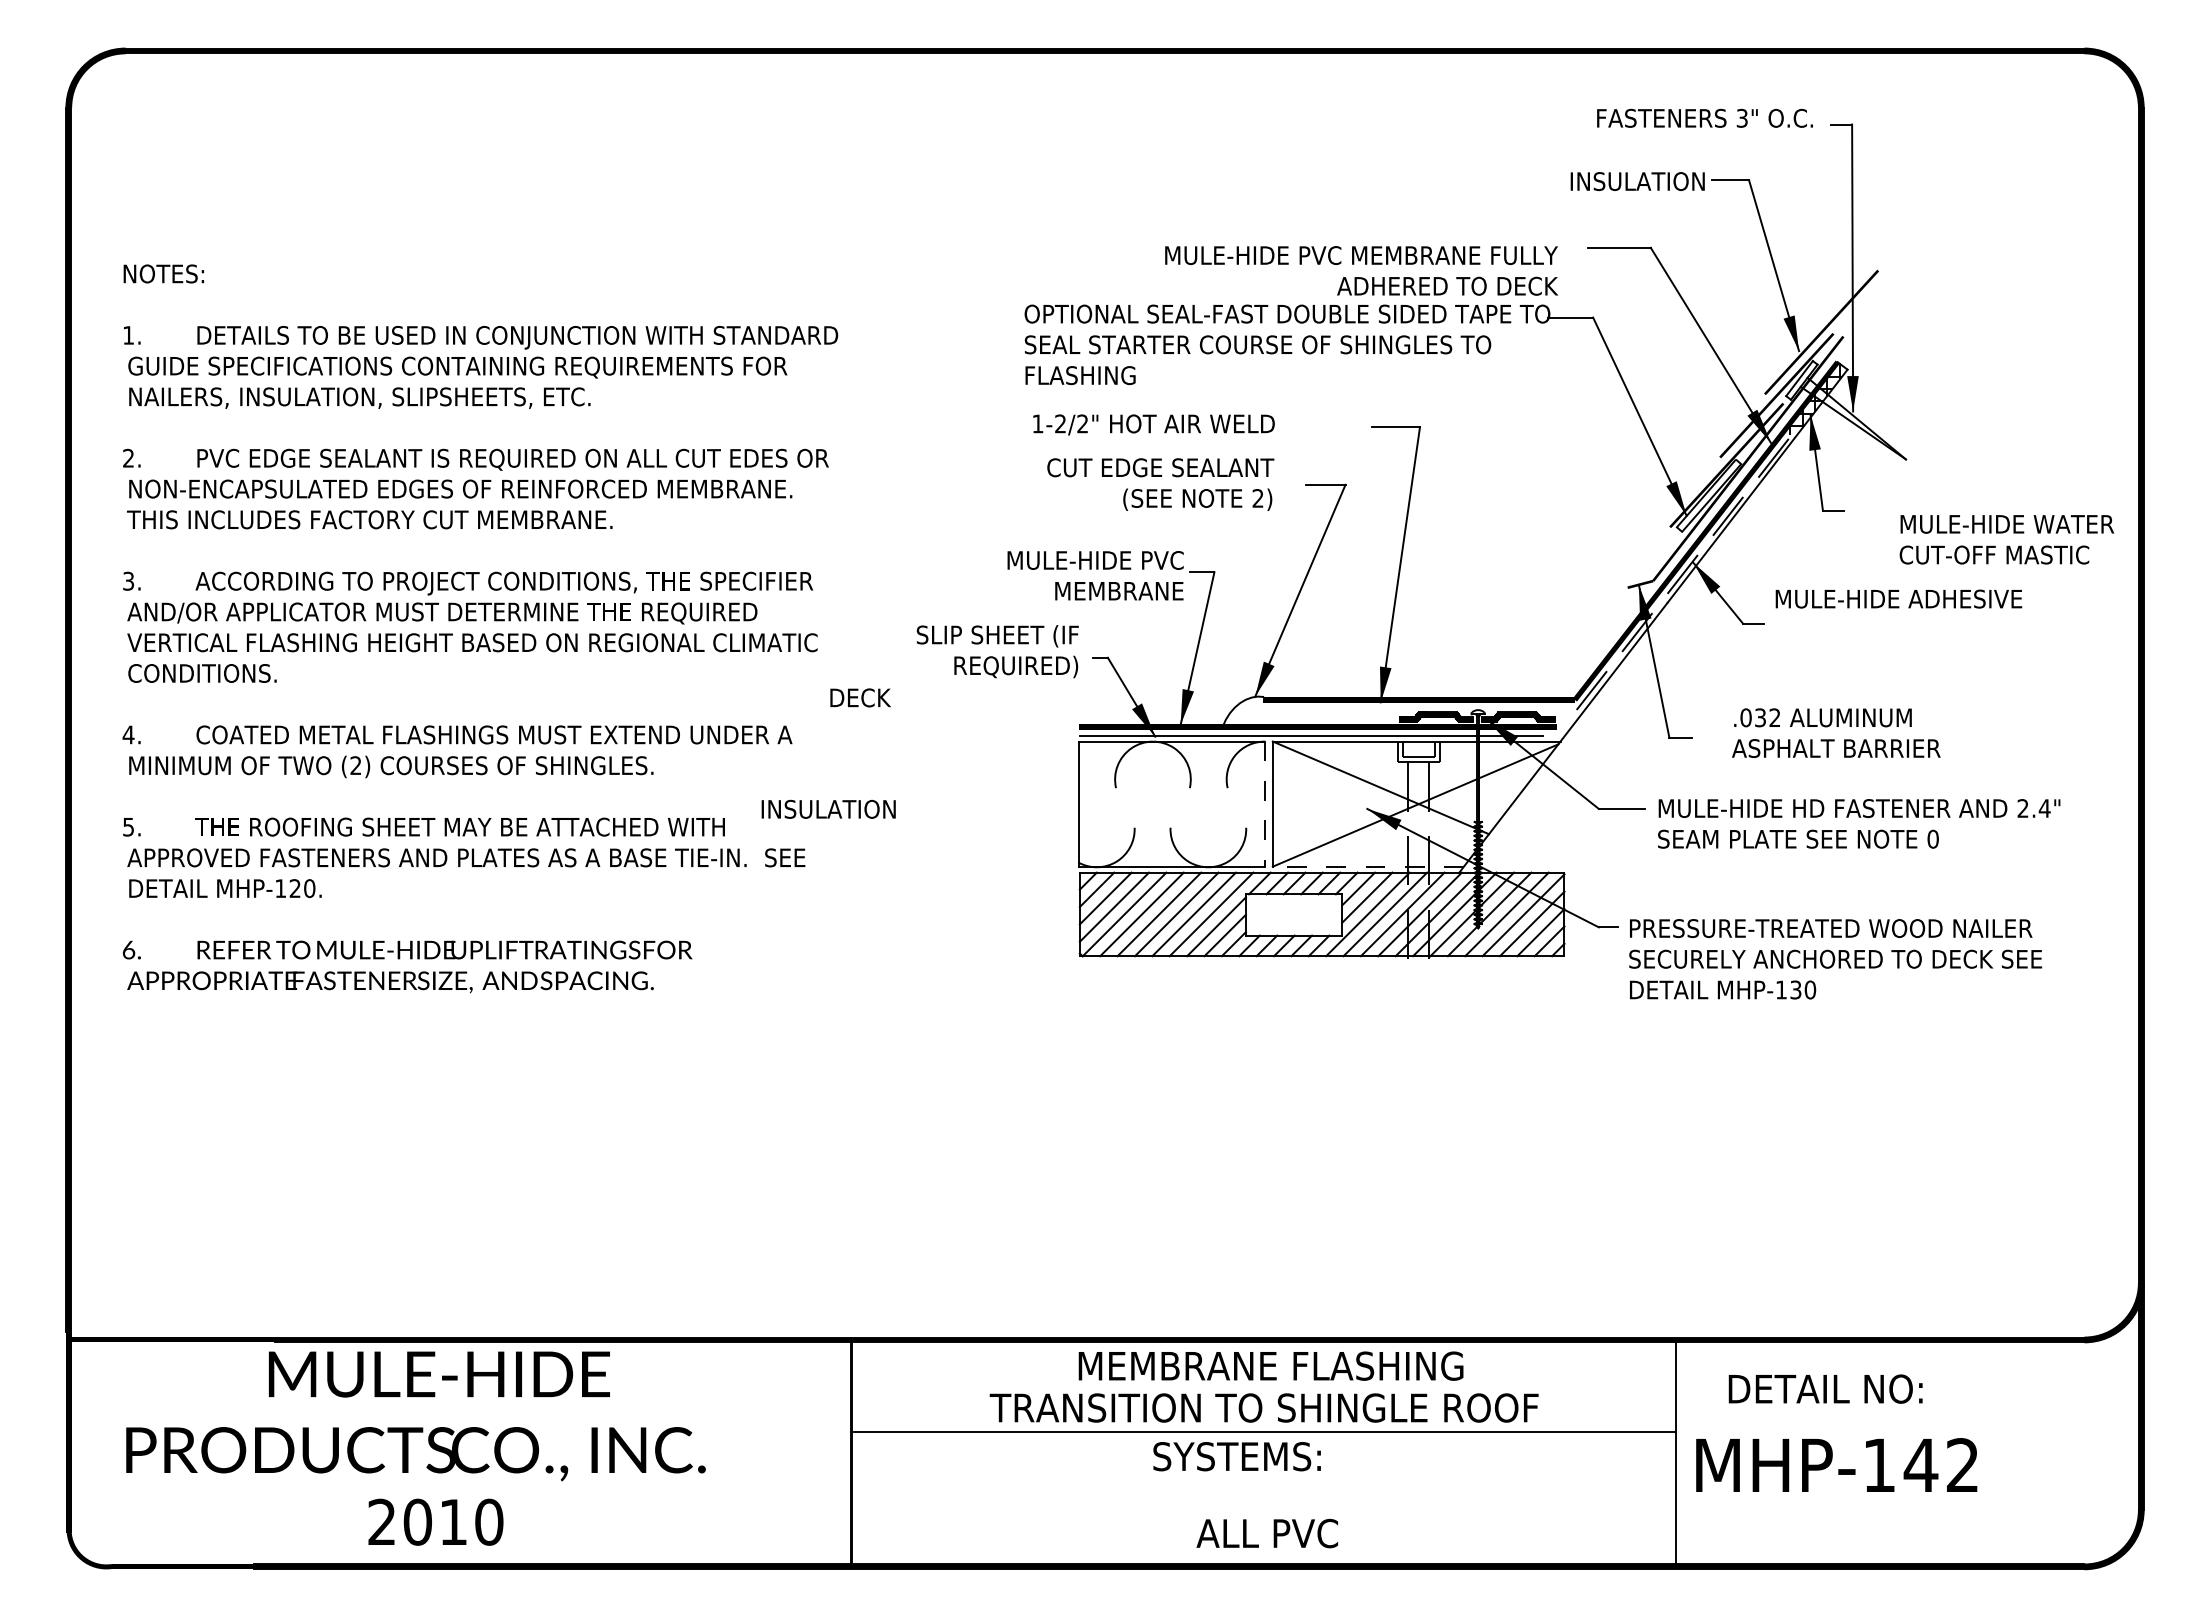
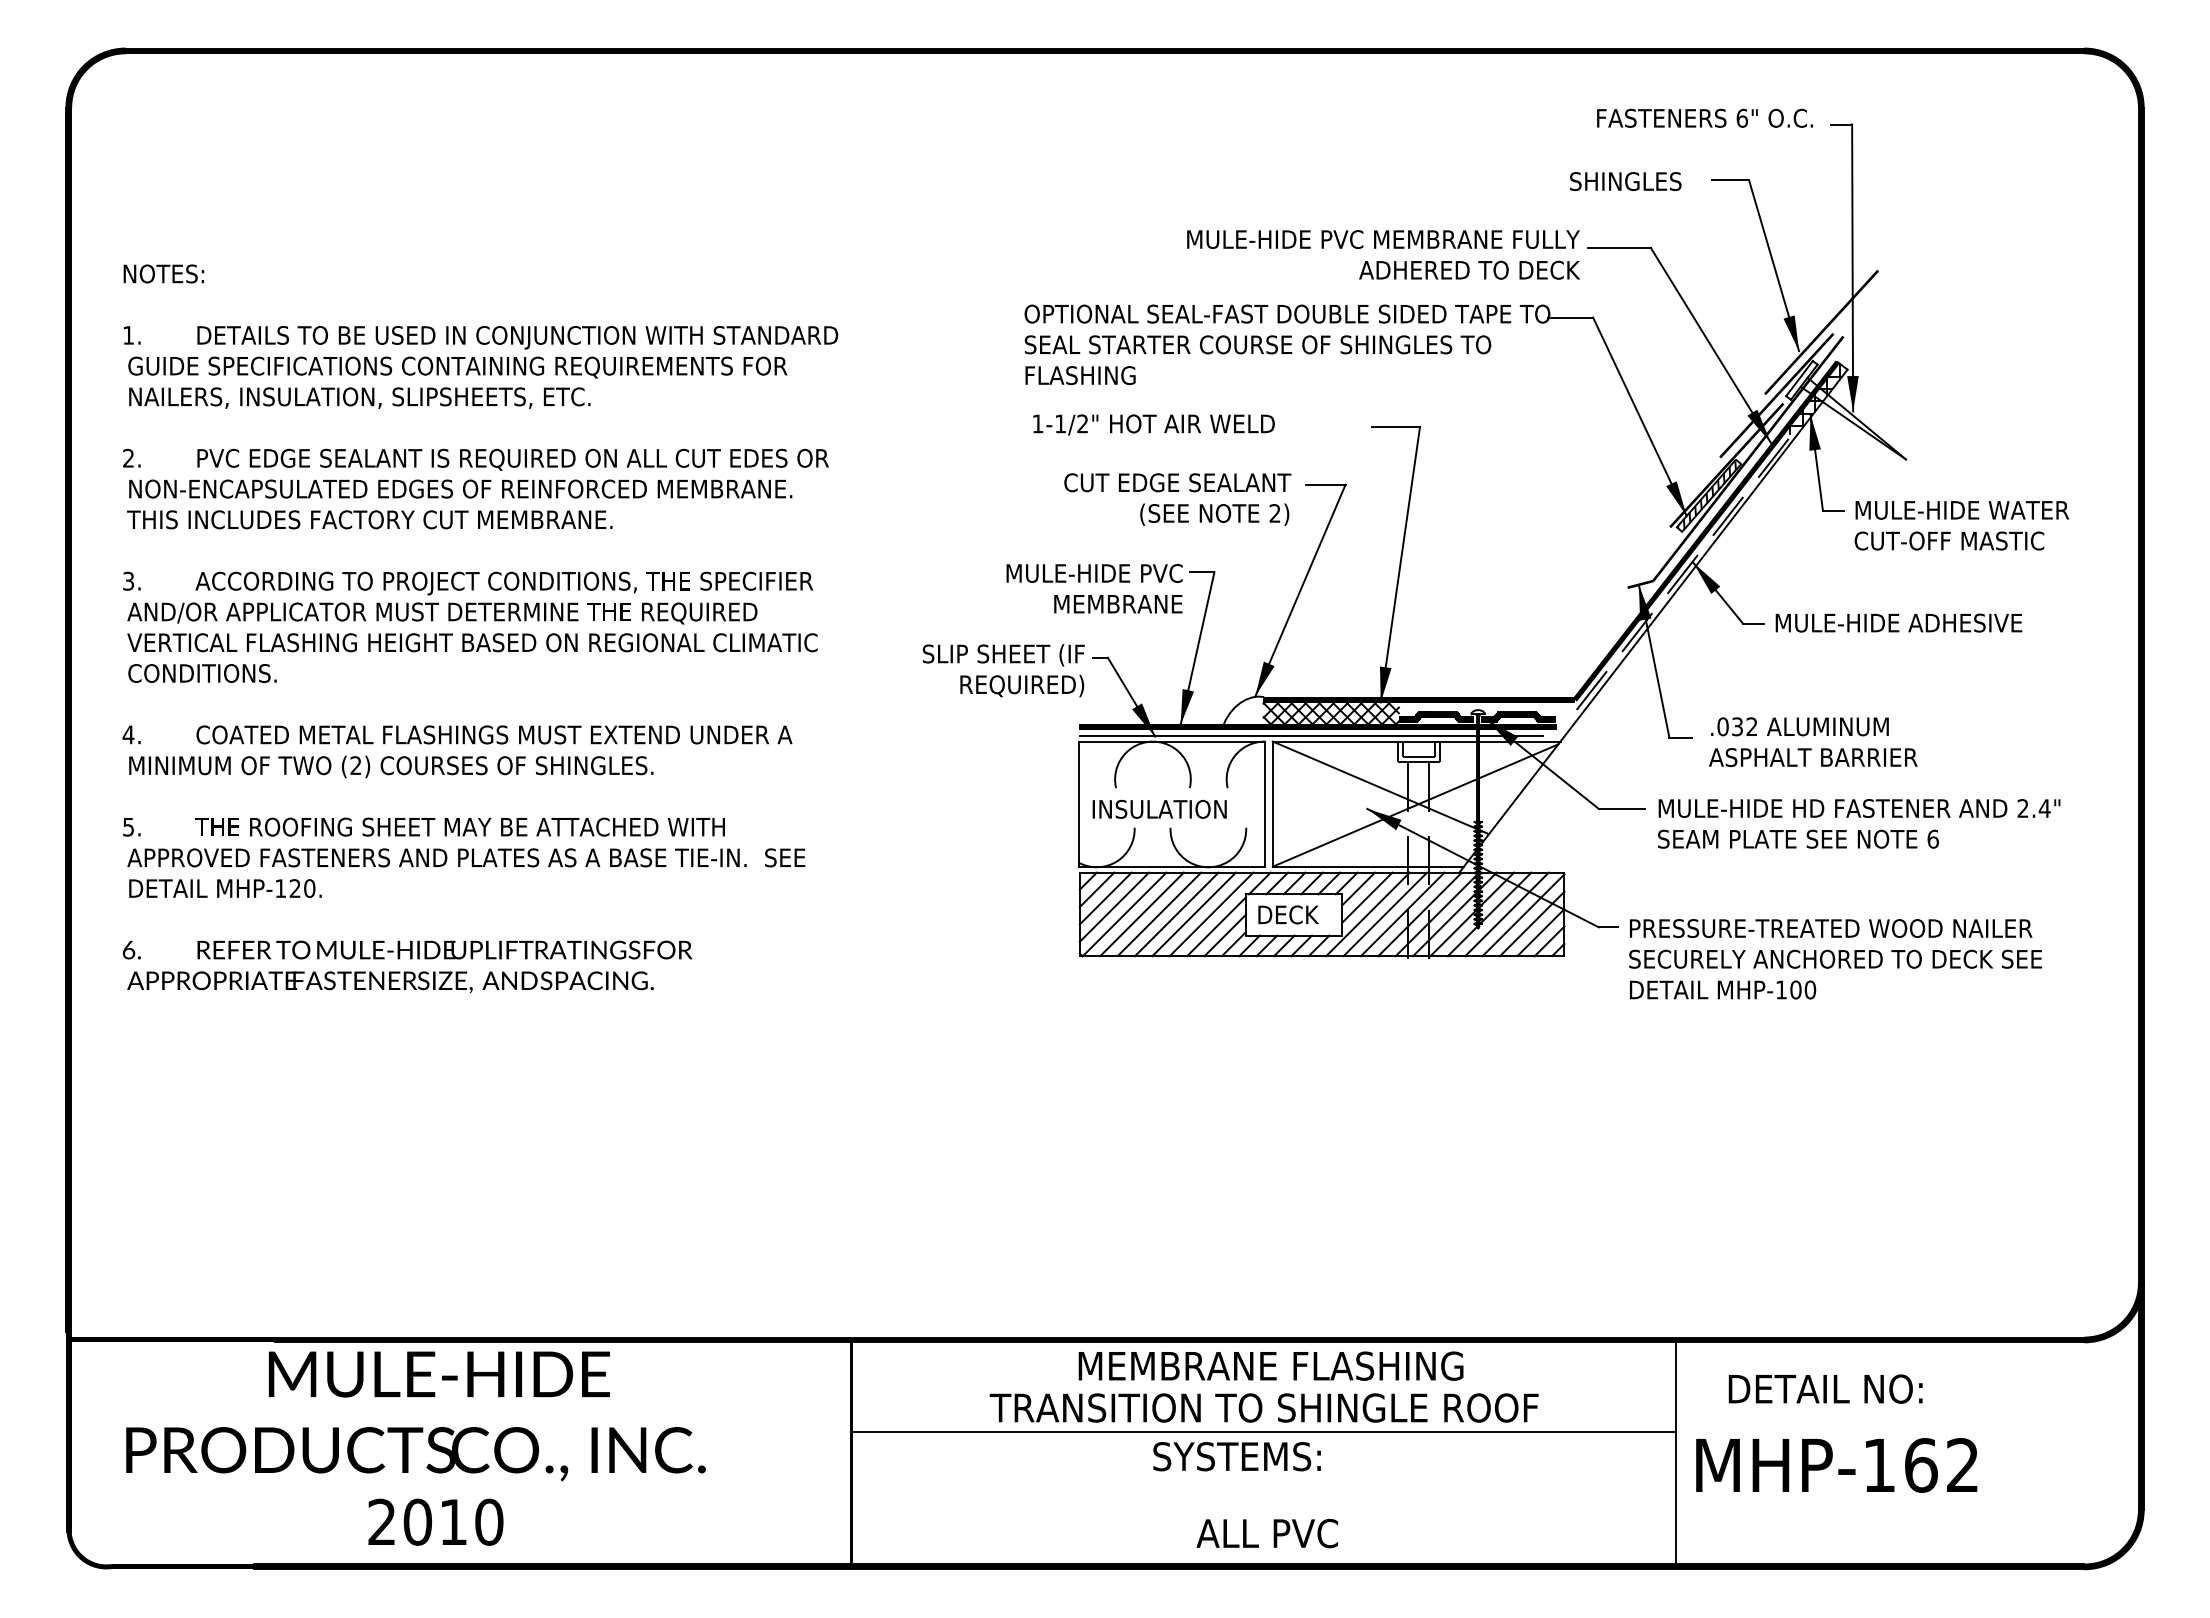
text at (1742, 117): 3" -> 6"
text at (1637, 181): INSULATION -> SHINGLES
text at (1361, 270) position: (1361, 270) -> (1383, 254)
text at (1060, 423): 1-2/2" -> 1-1/2"
text at (1160, 484) position: (1160, 484) -> (1177, 499)
hatch at (1706, 494): none -> present
text at (2006, 539) position: (2006, 539) -> (1961, 525)
text at (1095, 575) position: (1095, 575) -> (1094, 588)
text at (1898, 598) position: (1898, 598) -> (1898, 622)
text at (997, 651) position: (997, 651) -> (1003, 670)
text at (860, 697) position: (860, 697) -> (1288, 914)
hatch at (1331, 713): none -> present
text at (1836, 732) position: (1836, 732) -> (1813, 741)
line at (1265, 804): dashed -> solid
text at (828, 808) position: (828, 808) -> (1159, 808)
text at (1932, 838): 0 -> 6
line at (1368, 866): dashed -> solid
text at (1795, 989): MHP-130 -> MHP-100
text at (1920, 1465): MHP-142 -> MHP-162
